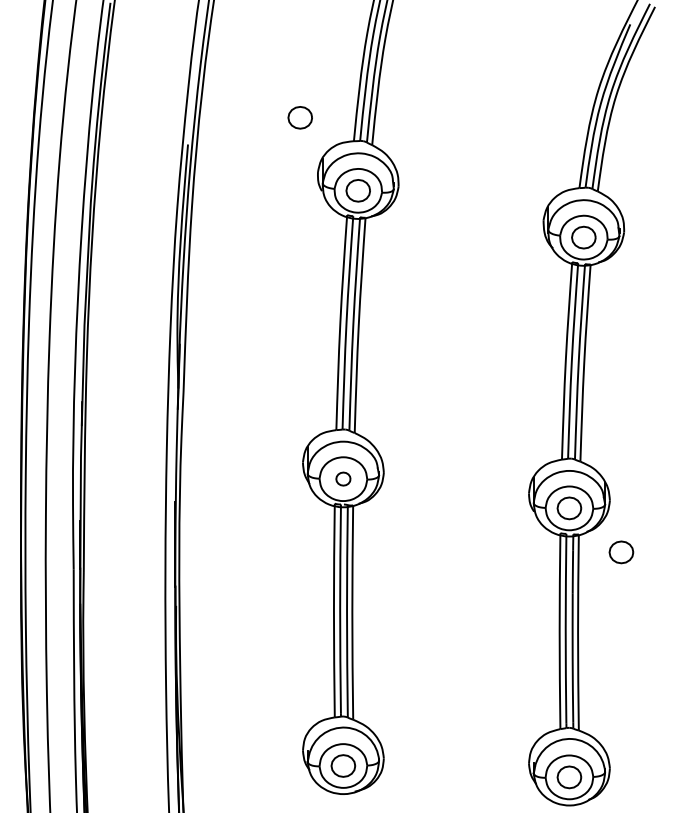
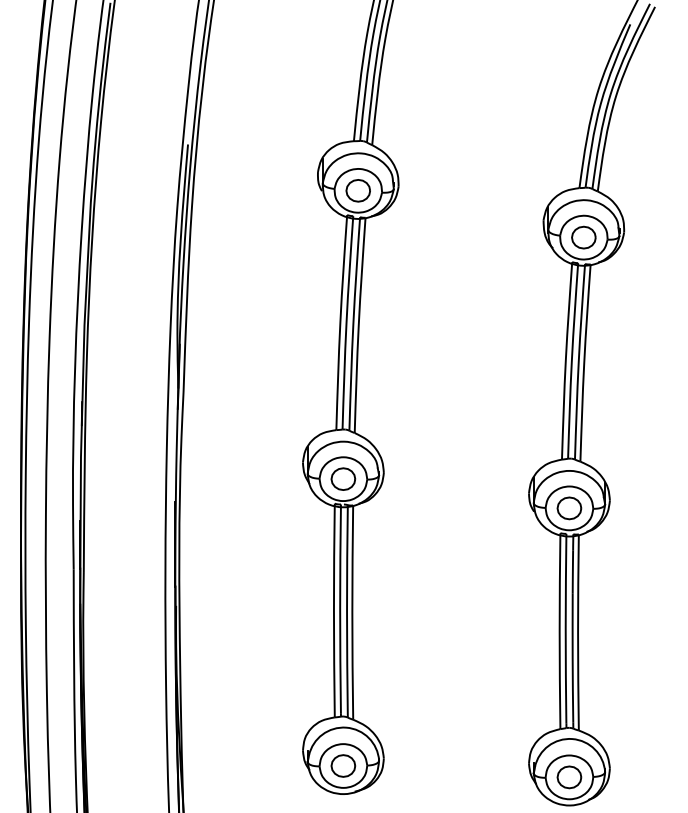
part at (299, 117): present -> none
part at (343, 478) size: 17x16 px -> 27x24 px
part at (621, 552): present -> none
